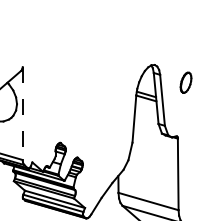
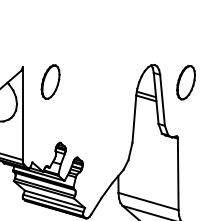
part at (50, 81): none -> present
part at (185, 82) size: 14x23 px -> 20x36 px
line at (22, 114): dashed -> solid
